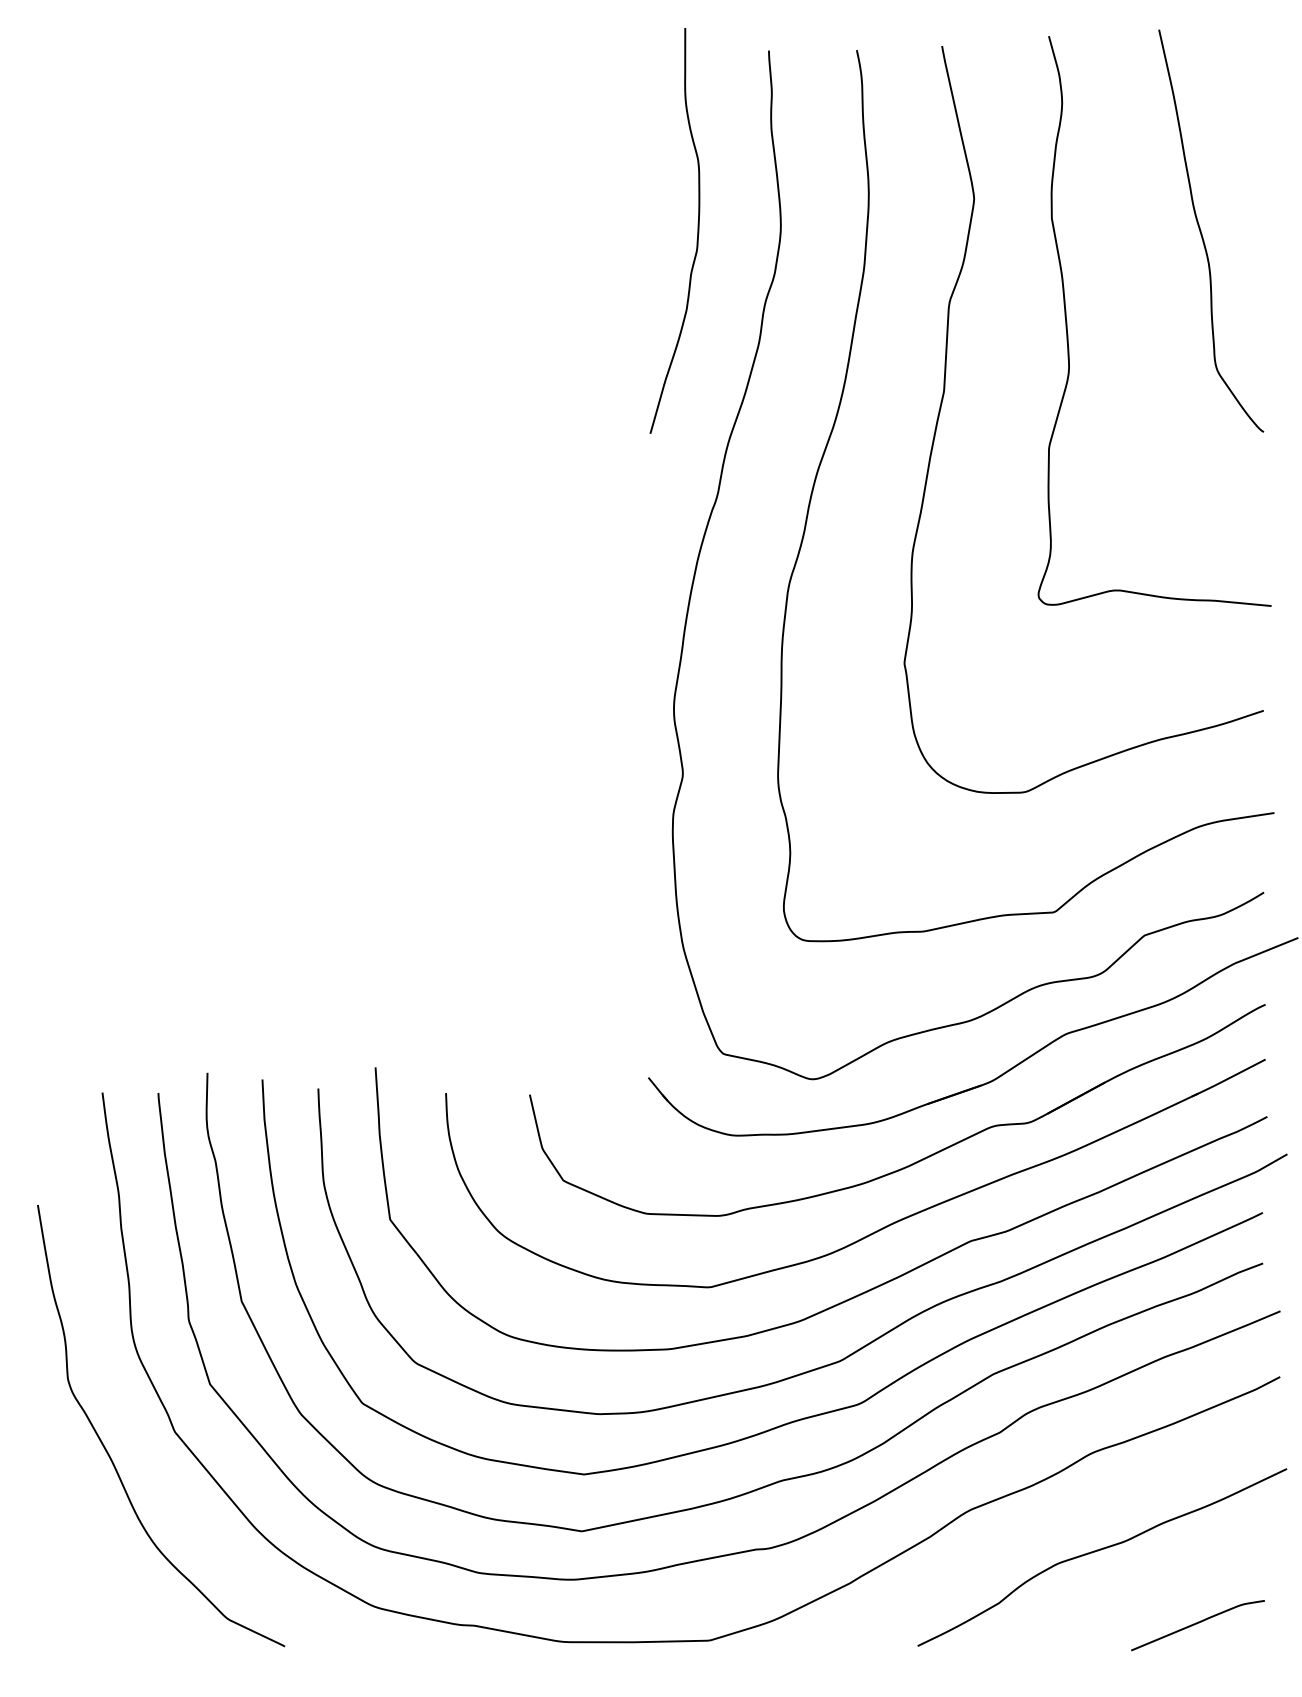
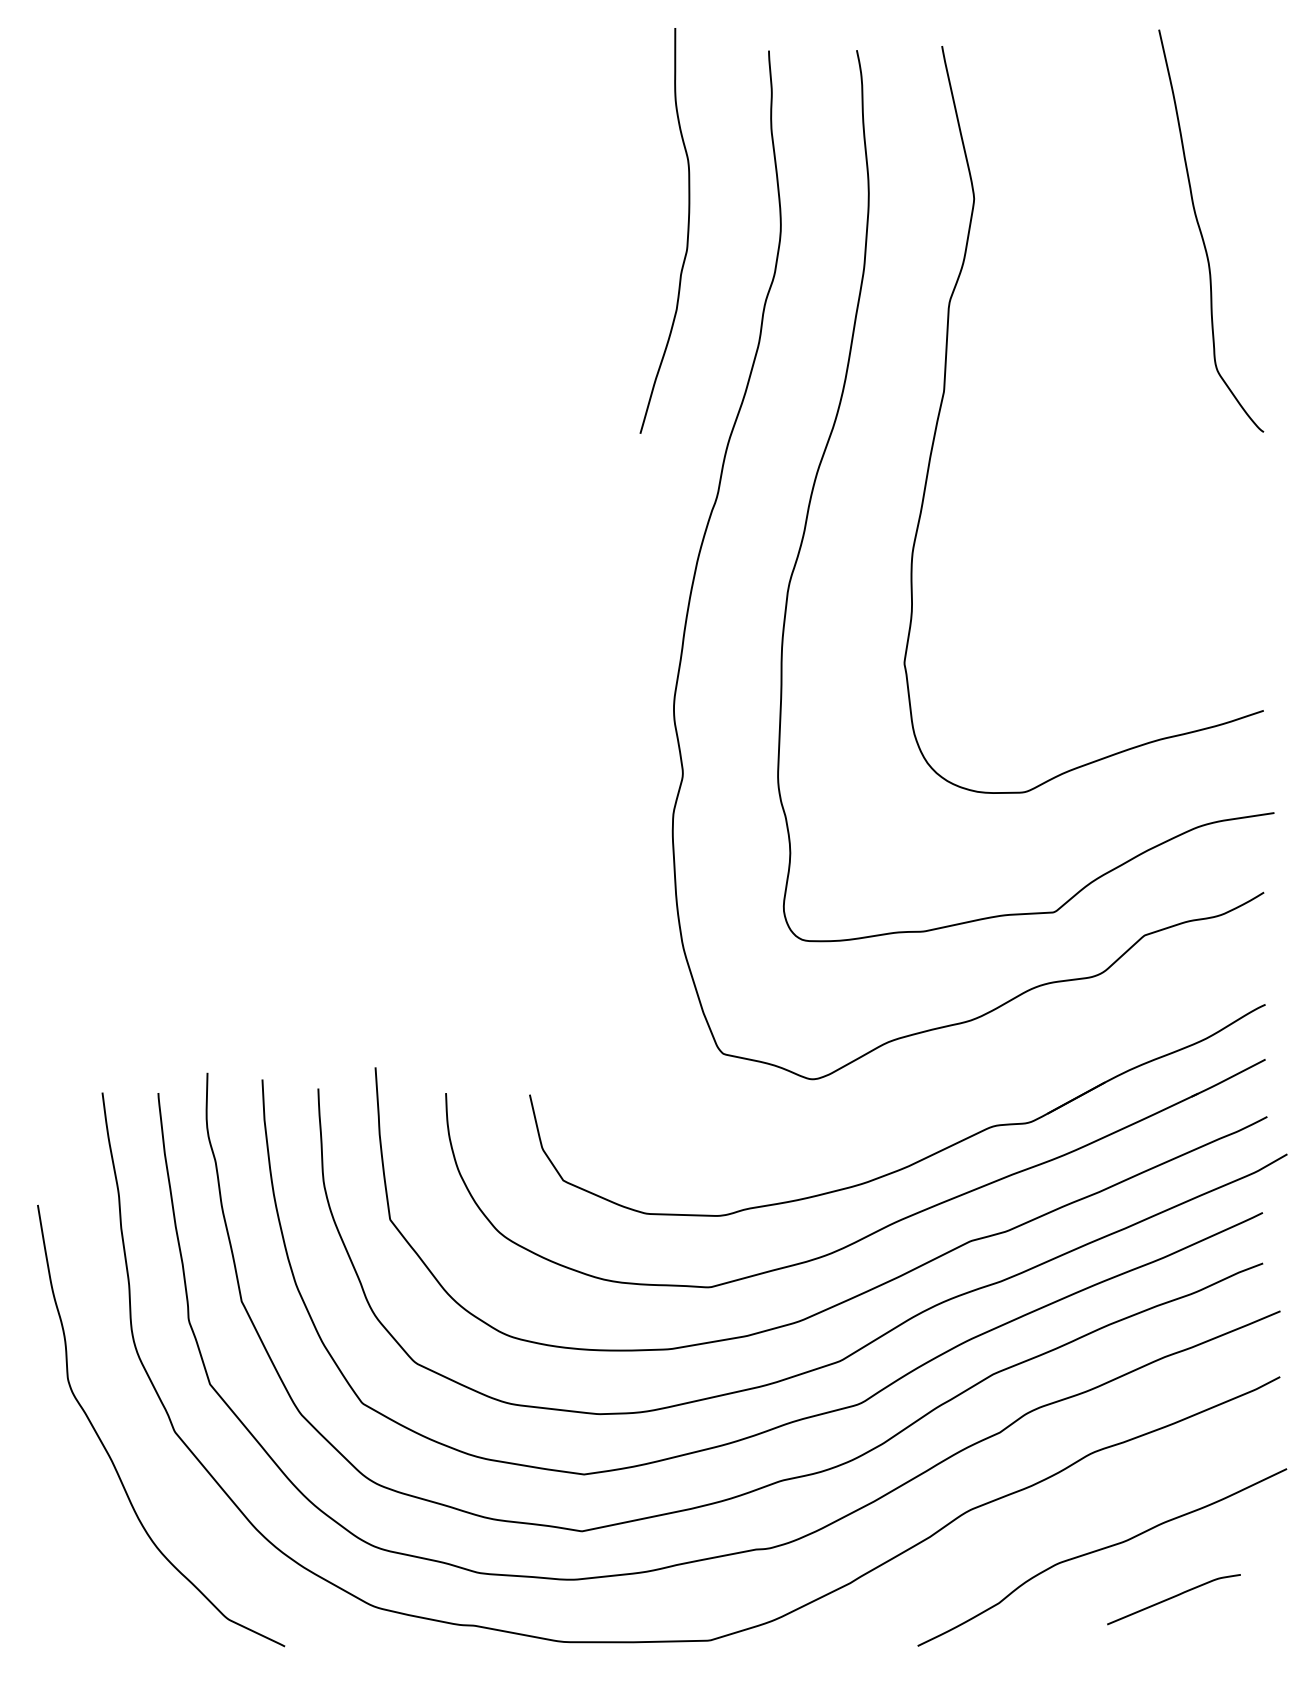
curve at (697, 230) position: (697, 230) -> (687, 230)
curve at (1068, 333): present -> none
part at (1000, 1074): present -> none
curve at (1196, 1624) position: (1196, 1624) -> (1172, 1598)
